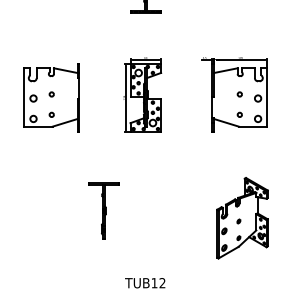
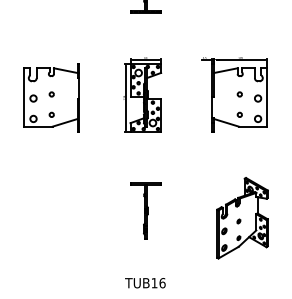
part at (103, 210) position: (103, 210) -> (145, 210)
text at (162, 283): TUB12 -> TUB16
